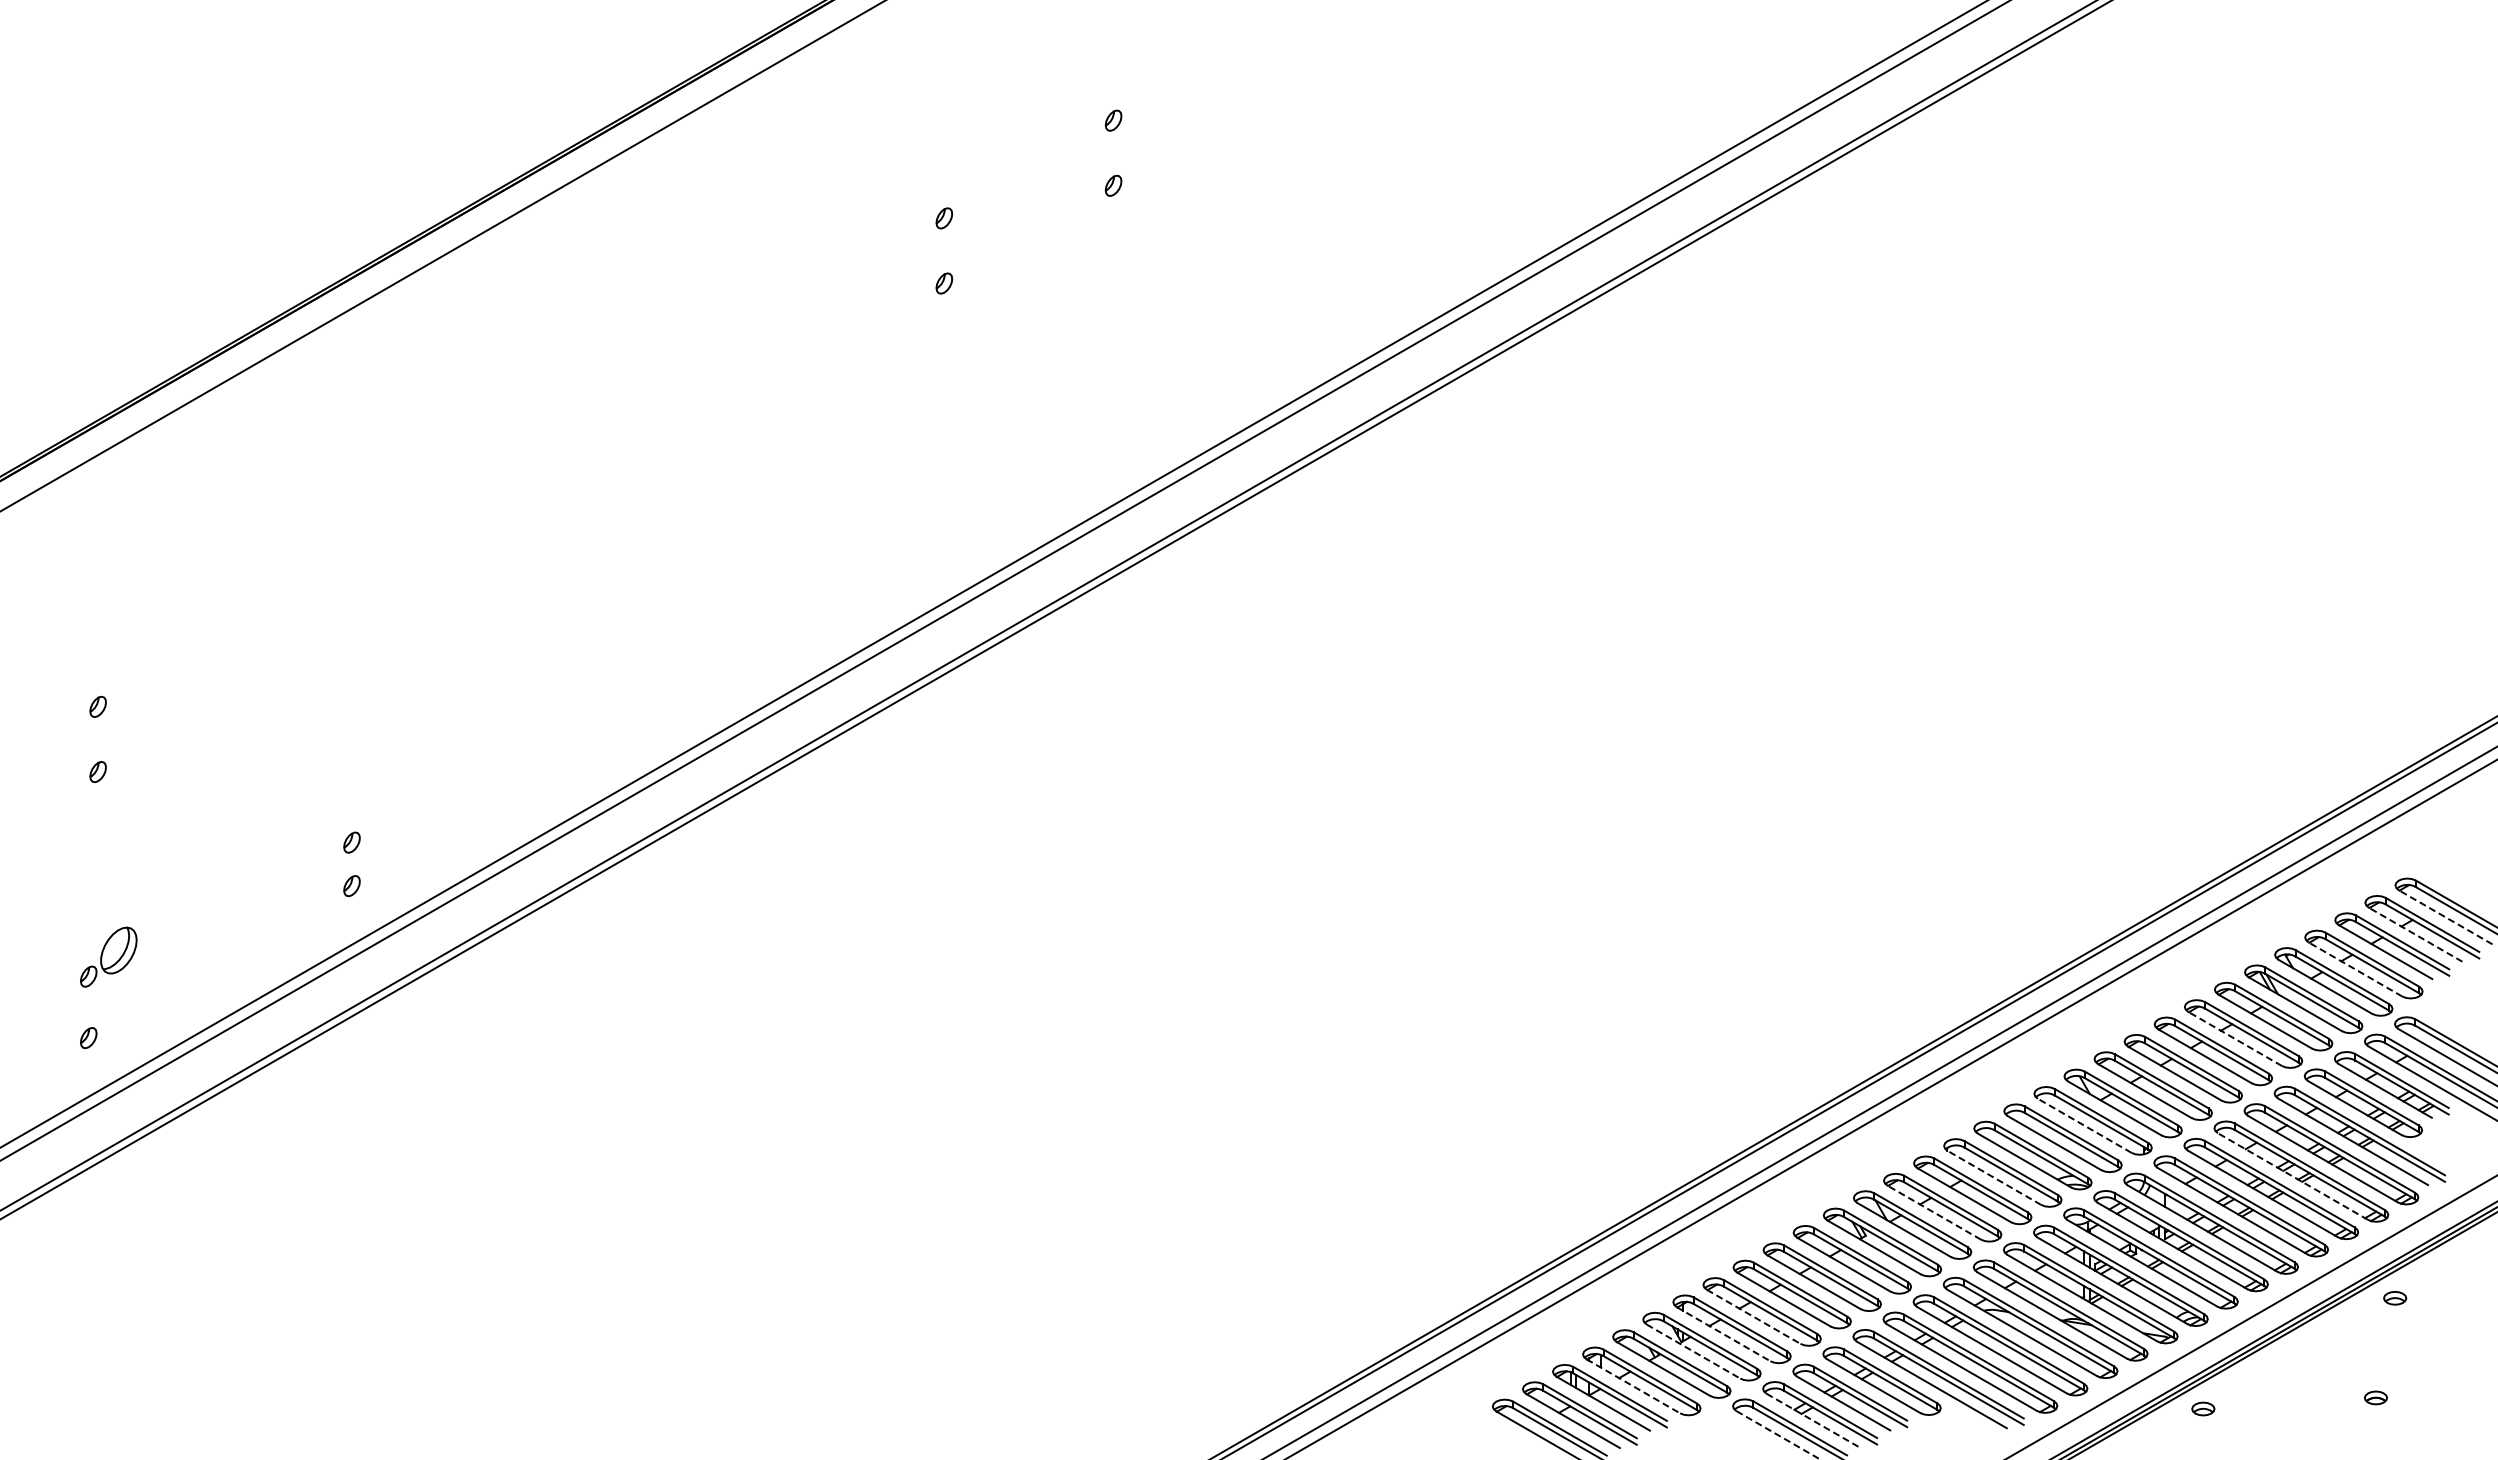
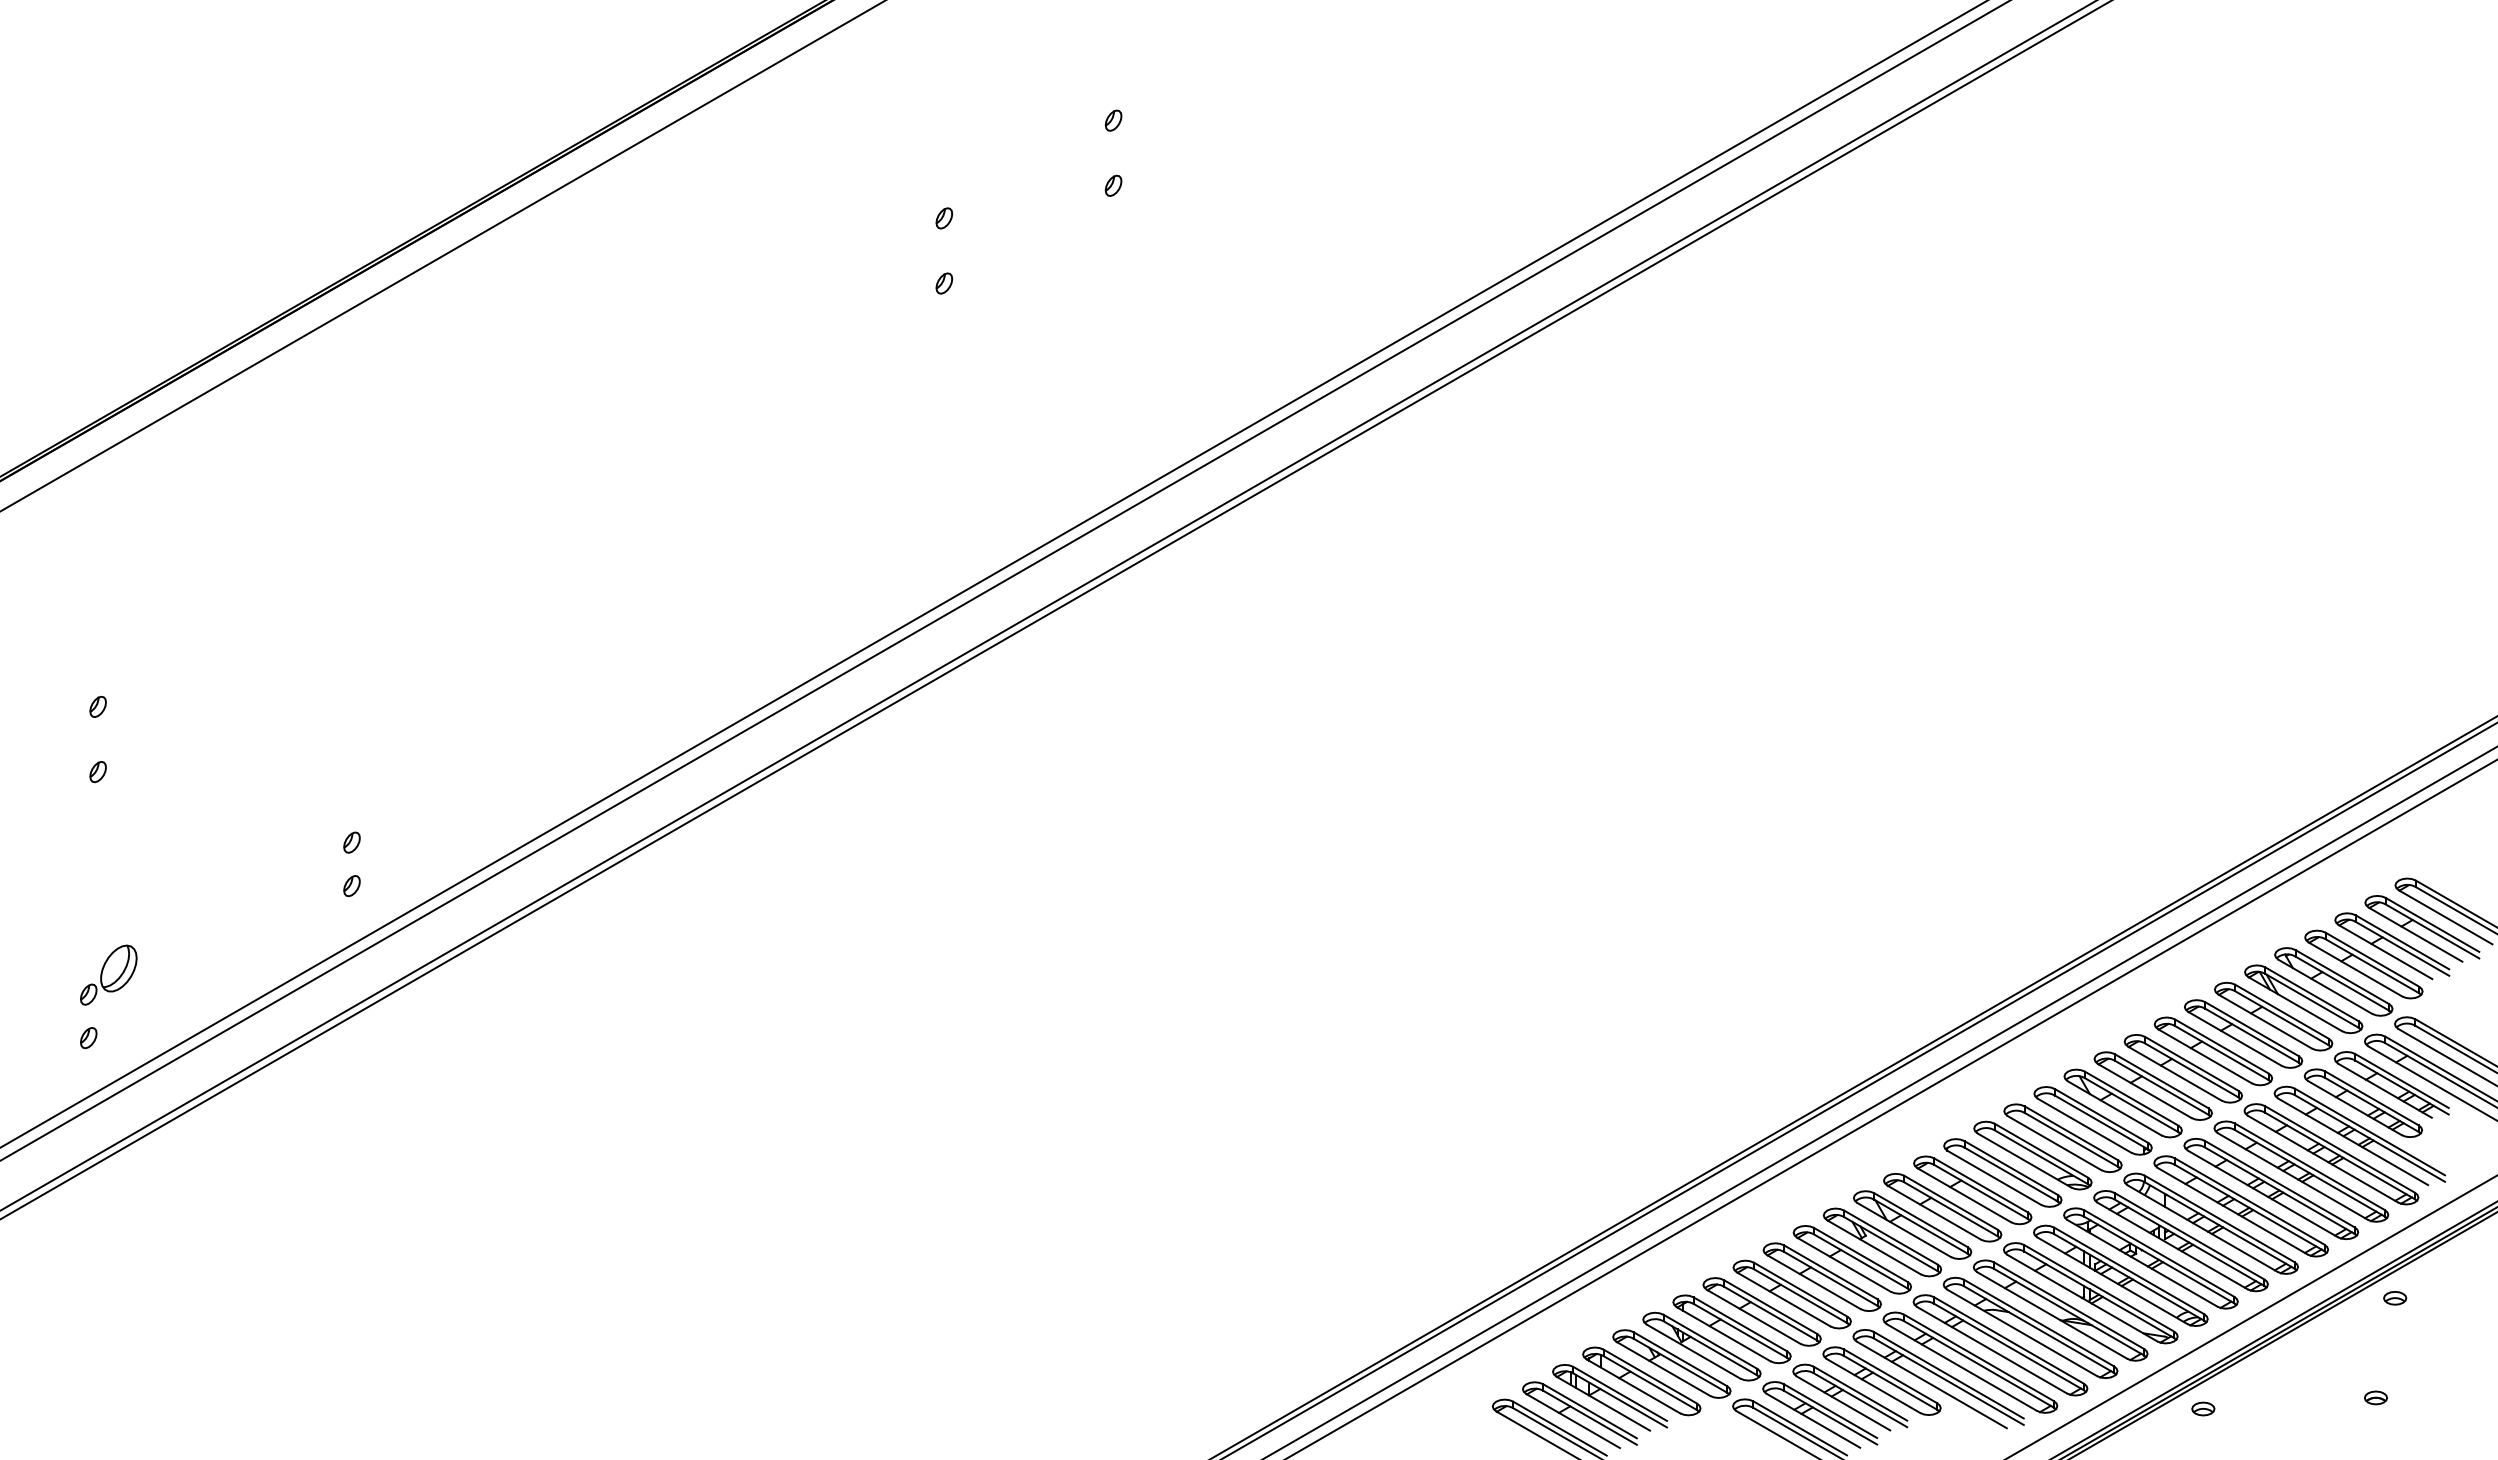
line at (2445, 917): dashed -> solid
line at (2415, 934): dashed -> solid
part at (108, 956) position: (108, 956) -> (108, 974)
line at (2355, 969): dashed -> solid
line at (2234, 1038): dashed -> solid
line at (2084, 1125): dashed -> solid
line at (2292, 1176): dashed -> solid
line at (1993, 1177): dashed -> solid
line at (1933, 1212): dashed -> solid
line at (1754, 1317): dashed -> solid
line at (1724, 1334): dashed -> solid
line at (1693, 1351): dashed -> solid
line at (1633, 1386): dashed -> solid
line at (1813, 1421): dashed -> solid
line at (1778, 1435): dashed -> solid
